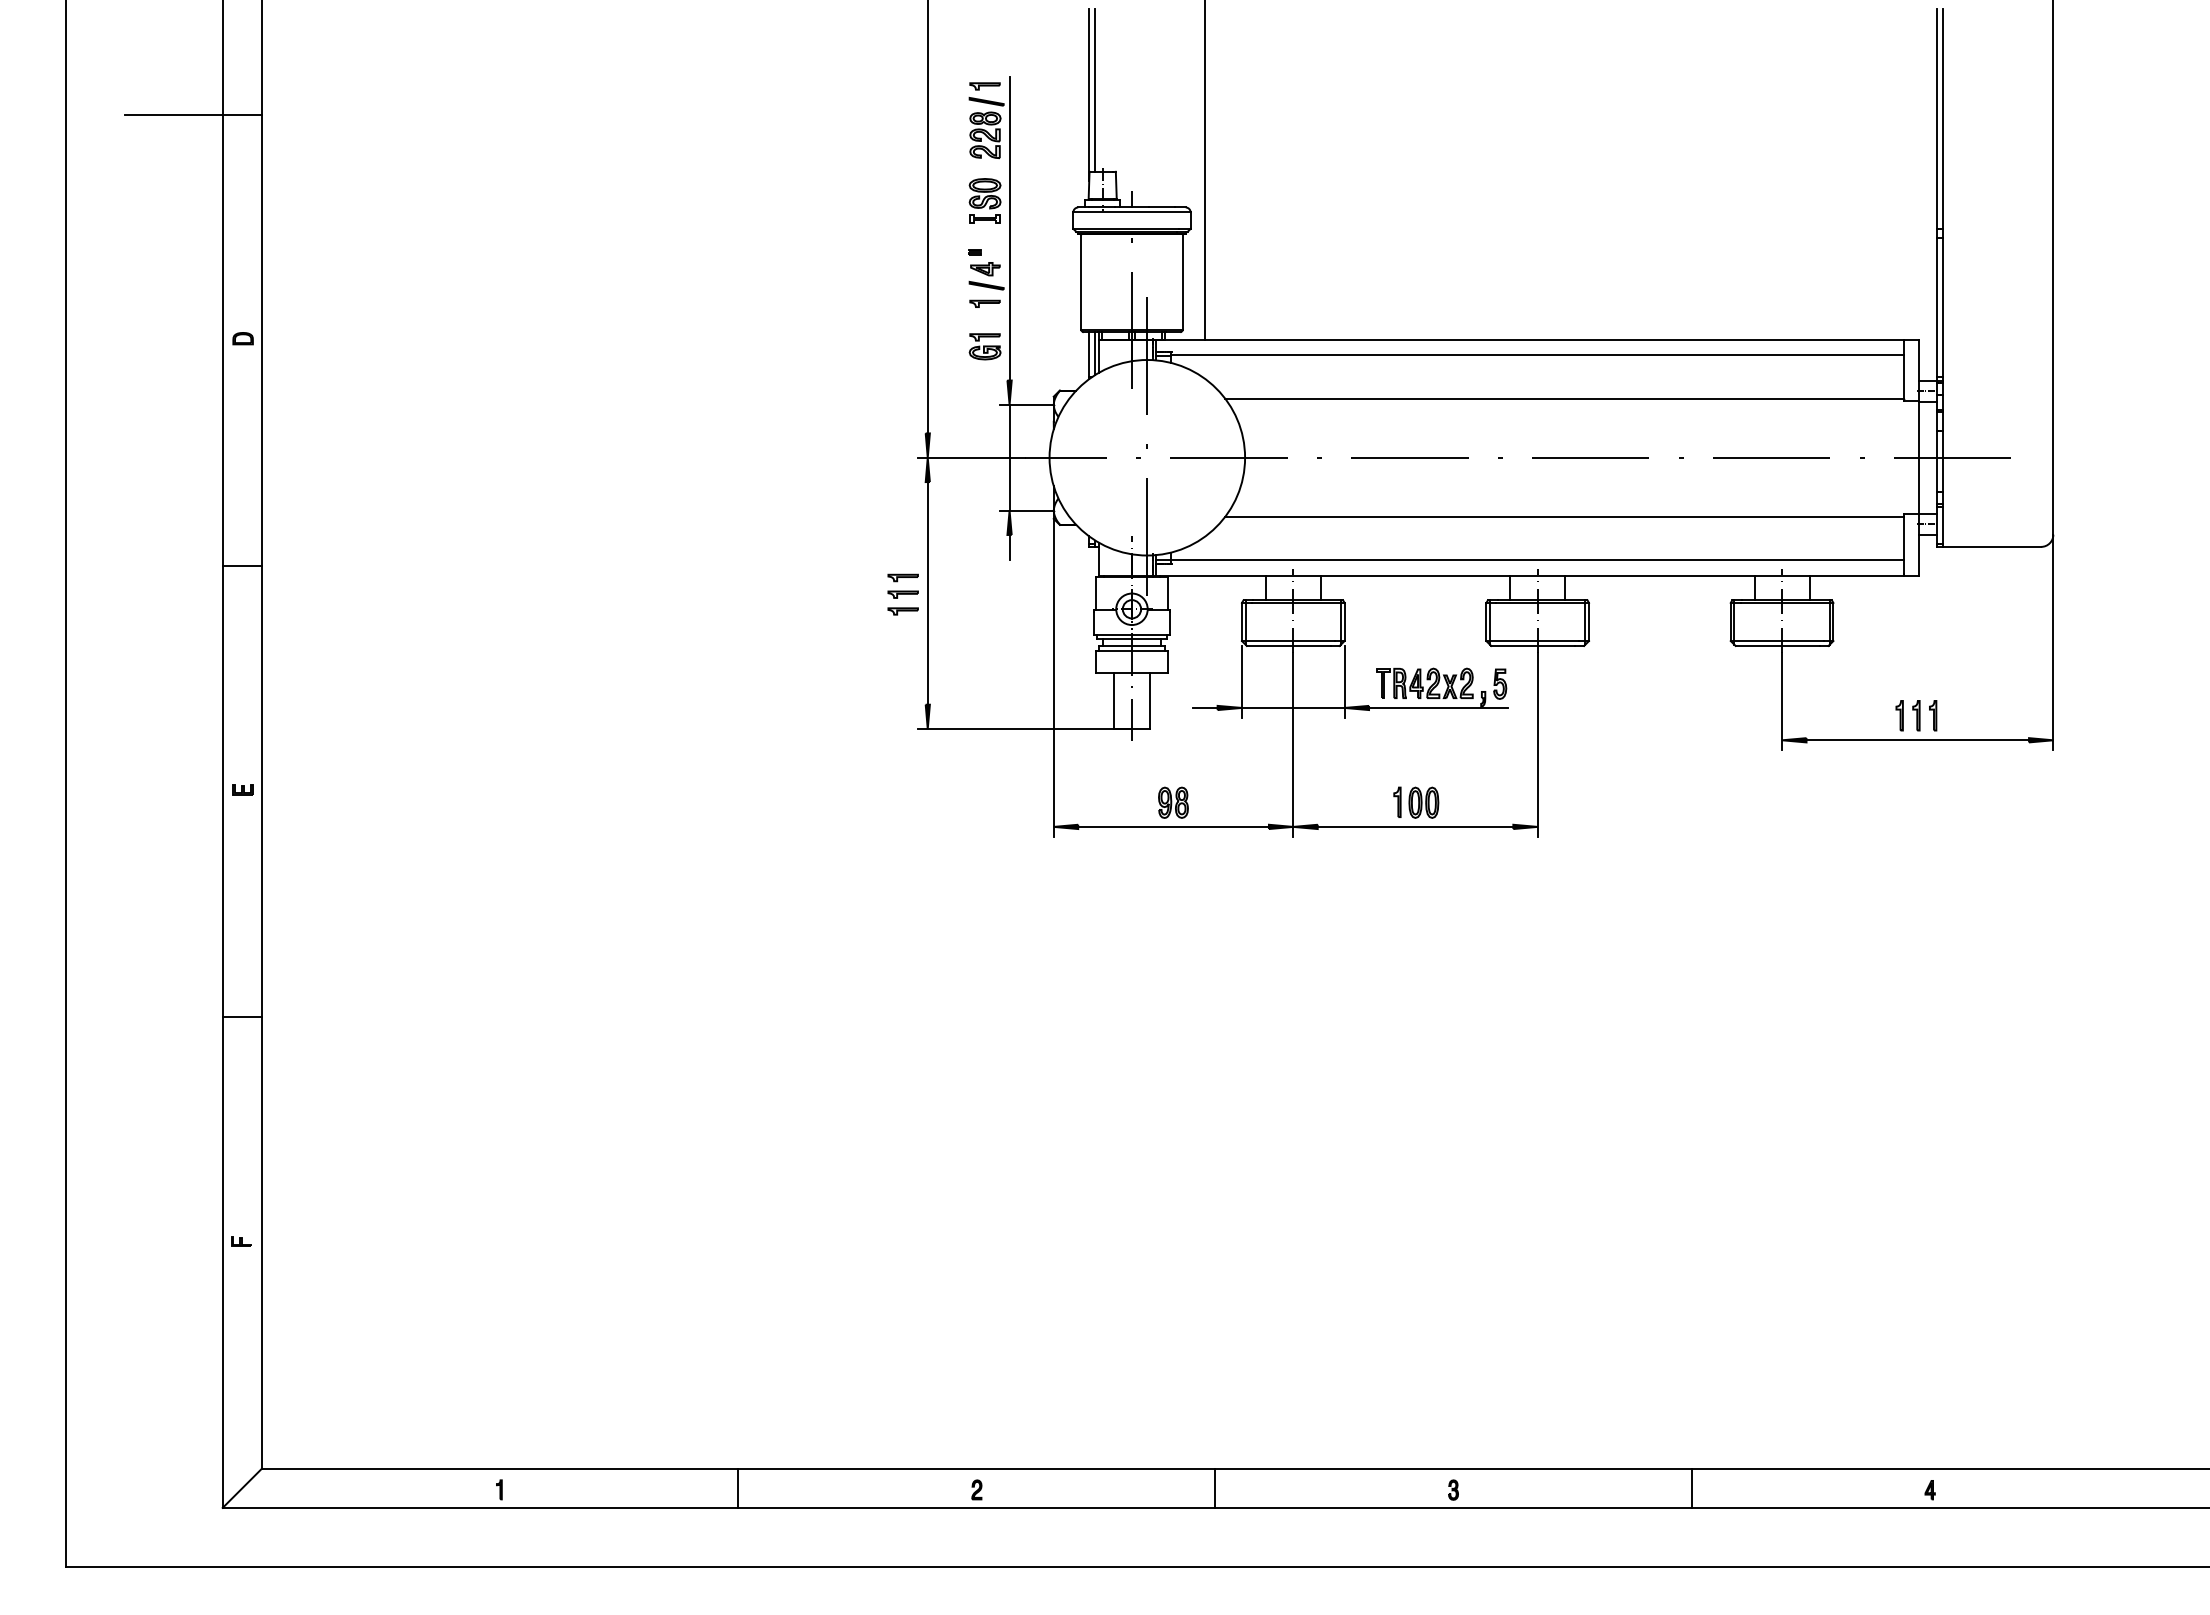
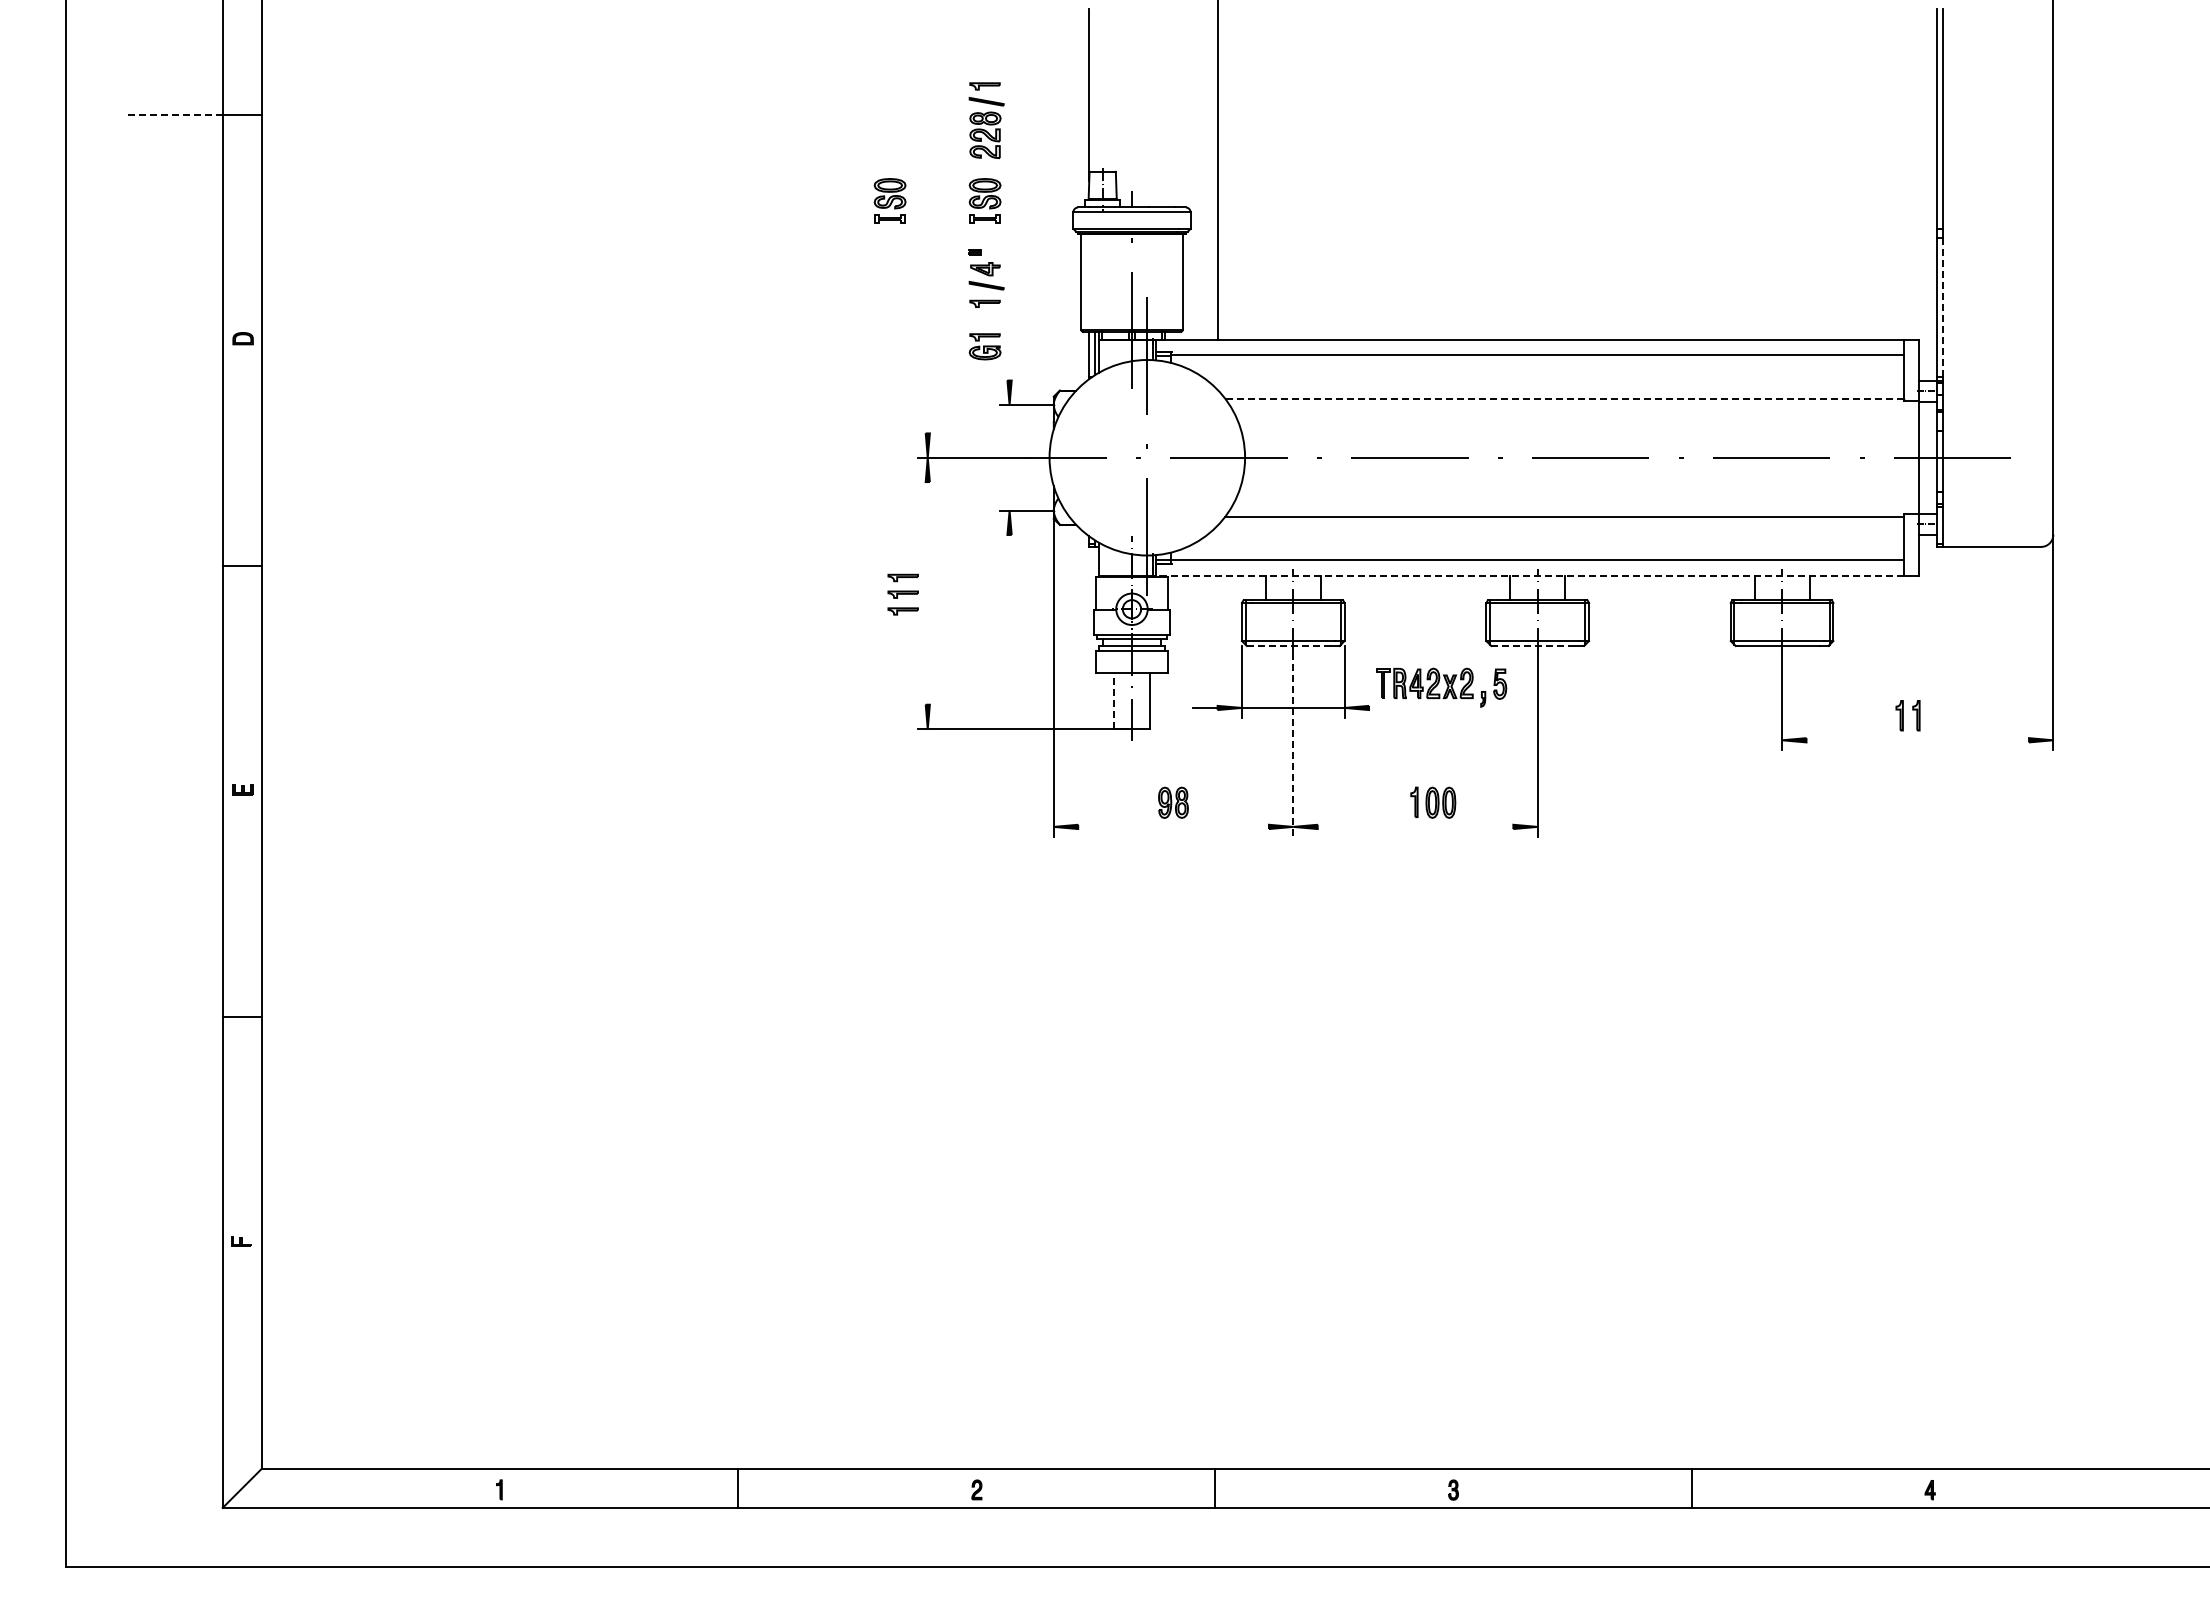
line at (1095, 90): present -> none
line at (173, 114): solid -> dashed
line at (1205, 170) position: (1205, 170) -> (1218, 170)
part at (889, 200): none -> present
line at (927, 217): present -> none
line at (1009, 228): present -> none
line at (1943, 307): solid -> dashed
line at (1564, 398): solid -> dashed
line at (1009, 457): present -> none
line at (1009, 547): present -> none
line at (1530, 575): solid -> dashed
line at (927, 593): present -> none
line at (1289, 645): solid -> dashed
line at (1533, 645): solid -> dashed
line at (1113, 700): solid -> dashed
line at (1438, 707): present -> none
part at (1933, 715): present -> none
line at (1917, 740): present -> none
line at (1293, 744): solid -> dashed
part at (1416, 802) position: (1416, 802) -> (1433, 802)
line at (1173, 826): present -> none
line at (1415, 826): present -> none
